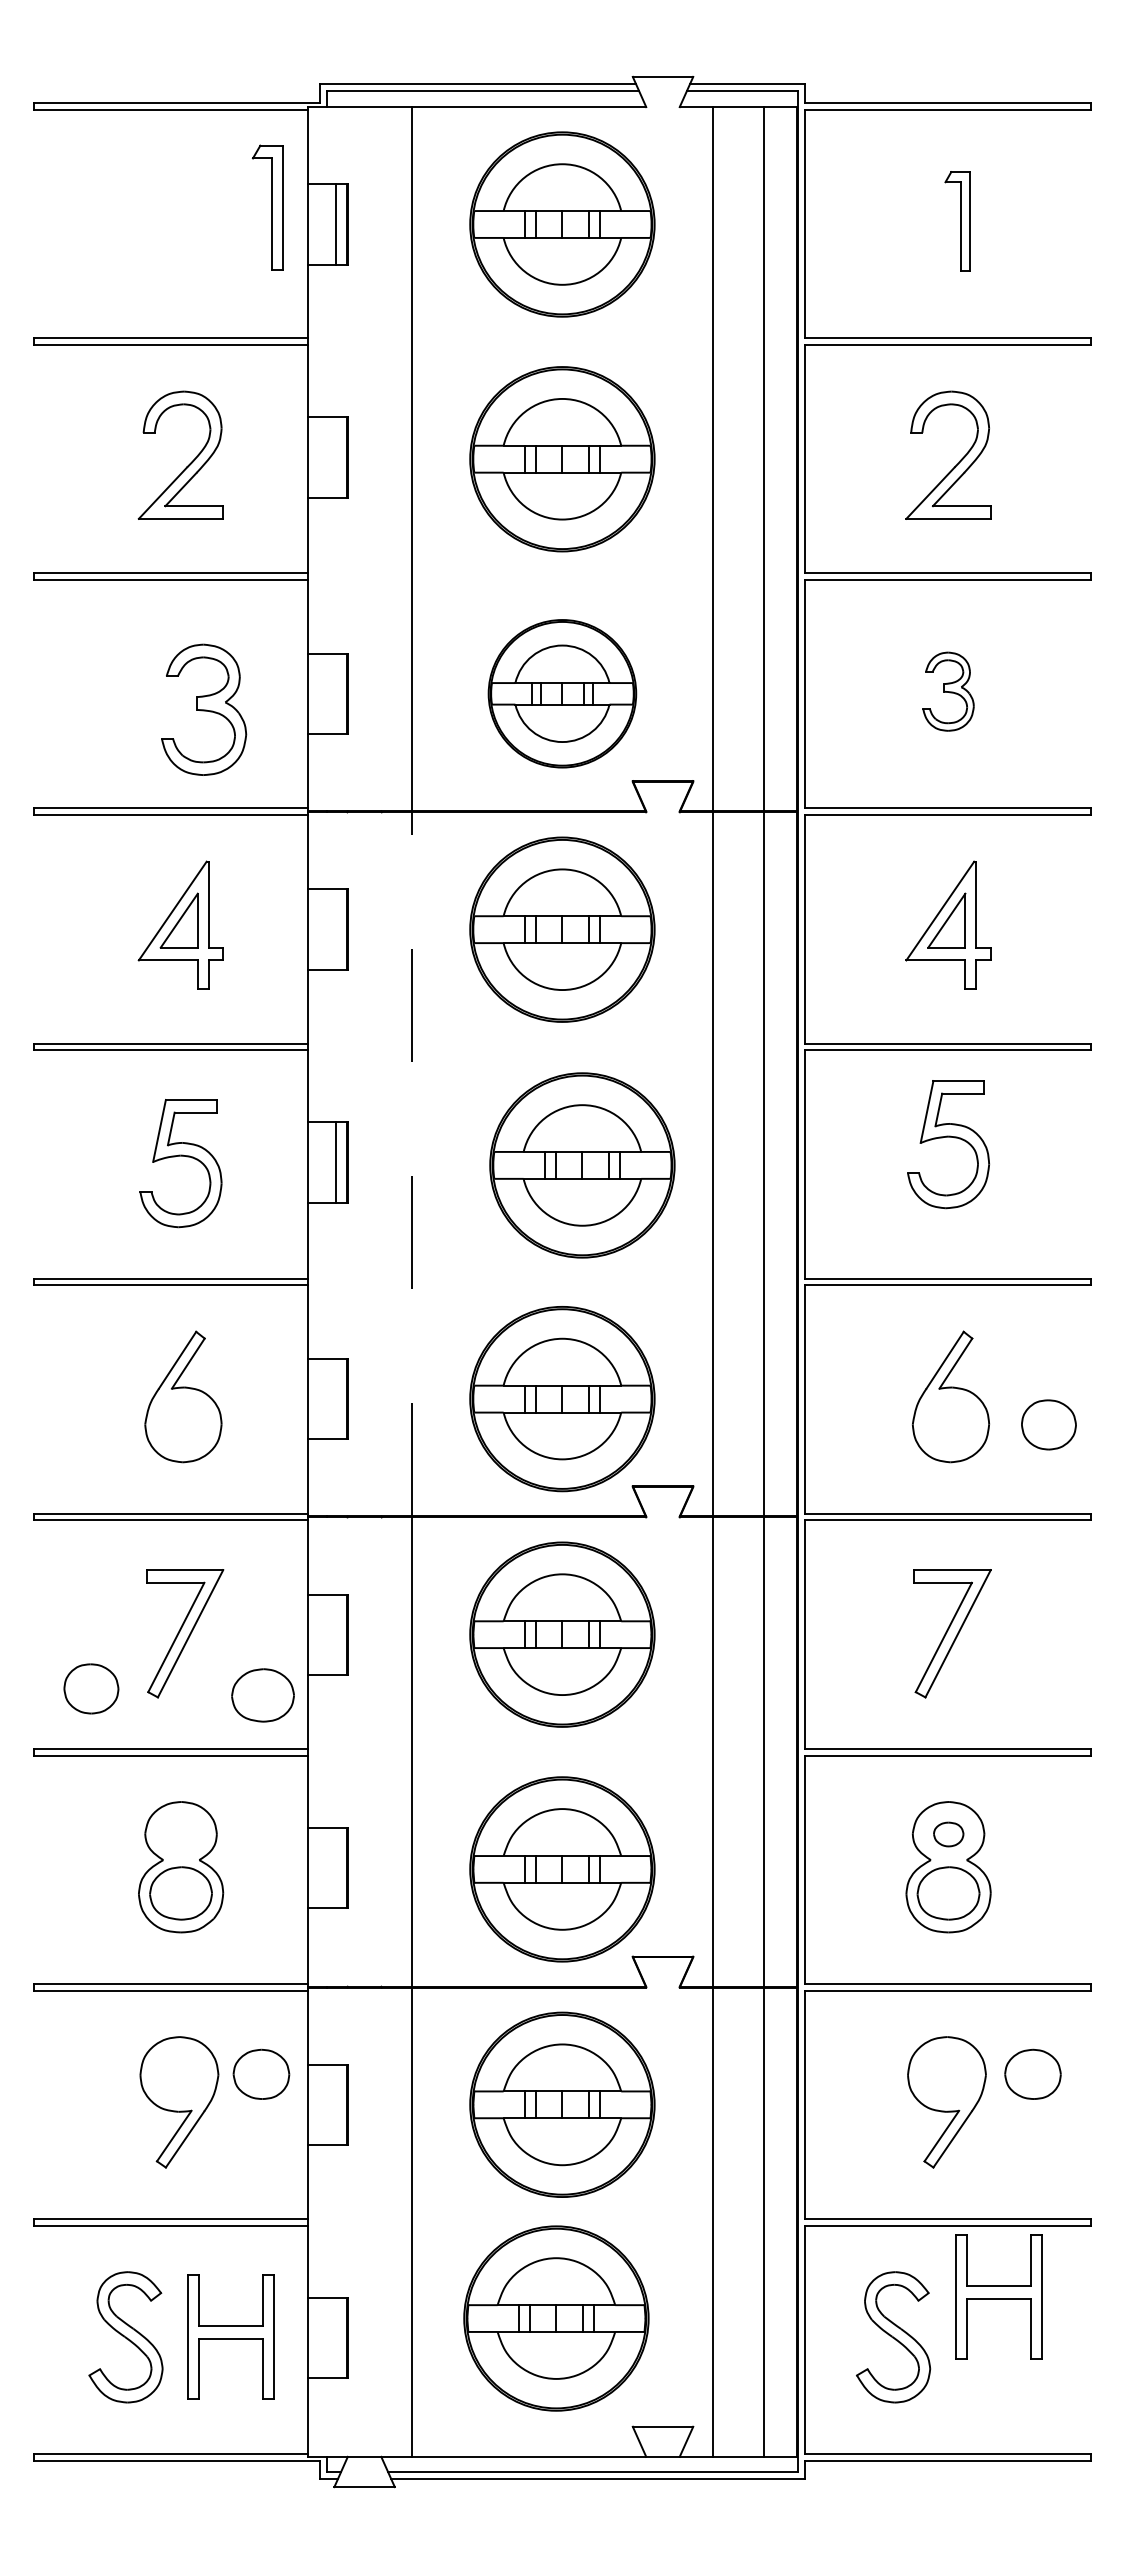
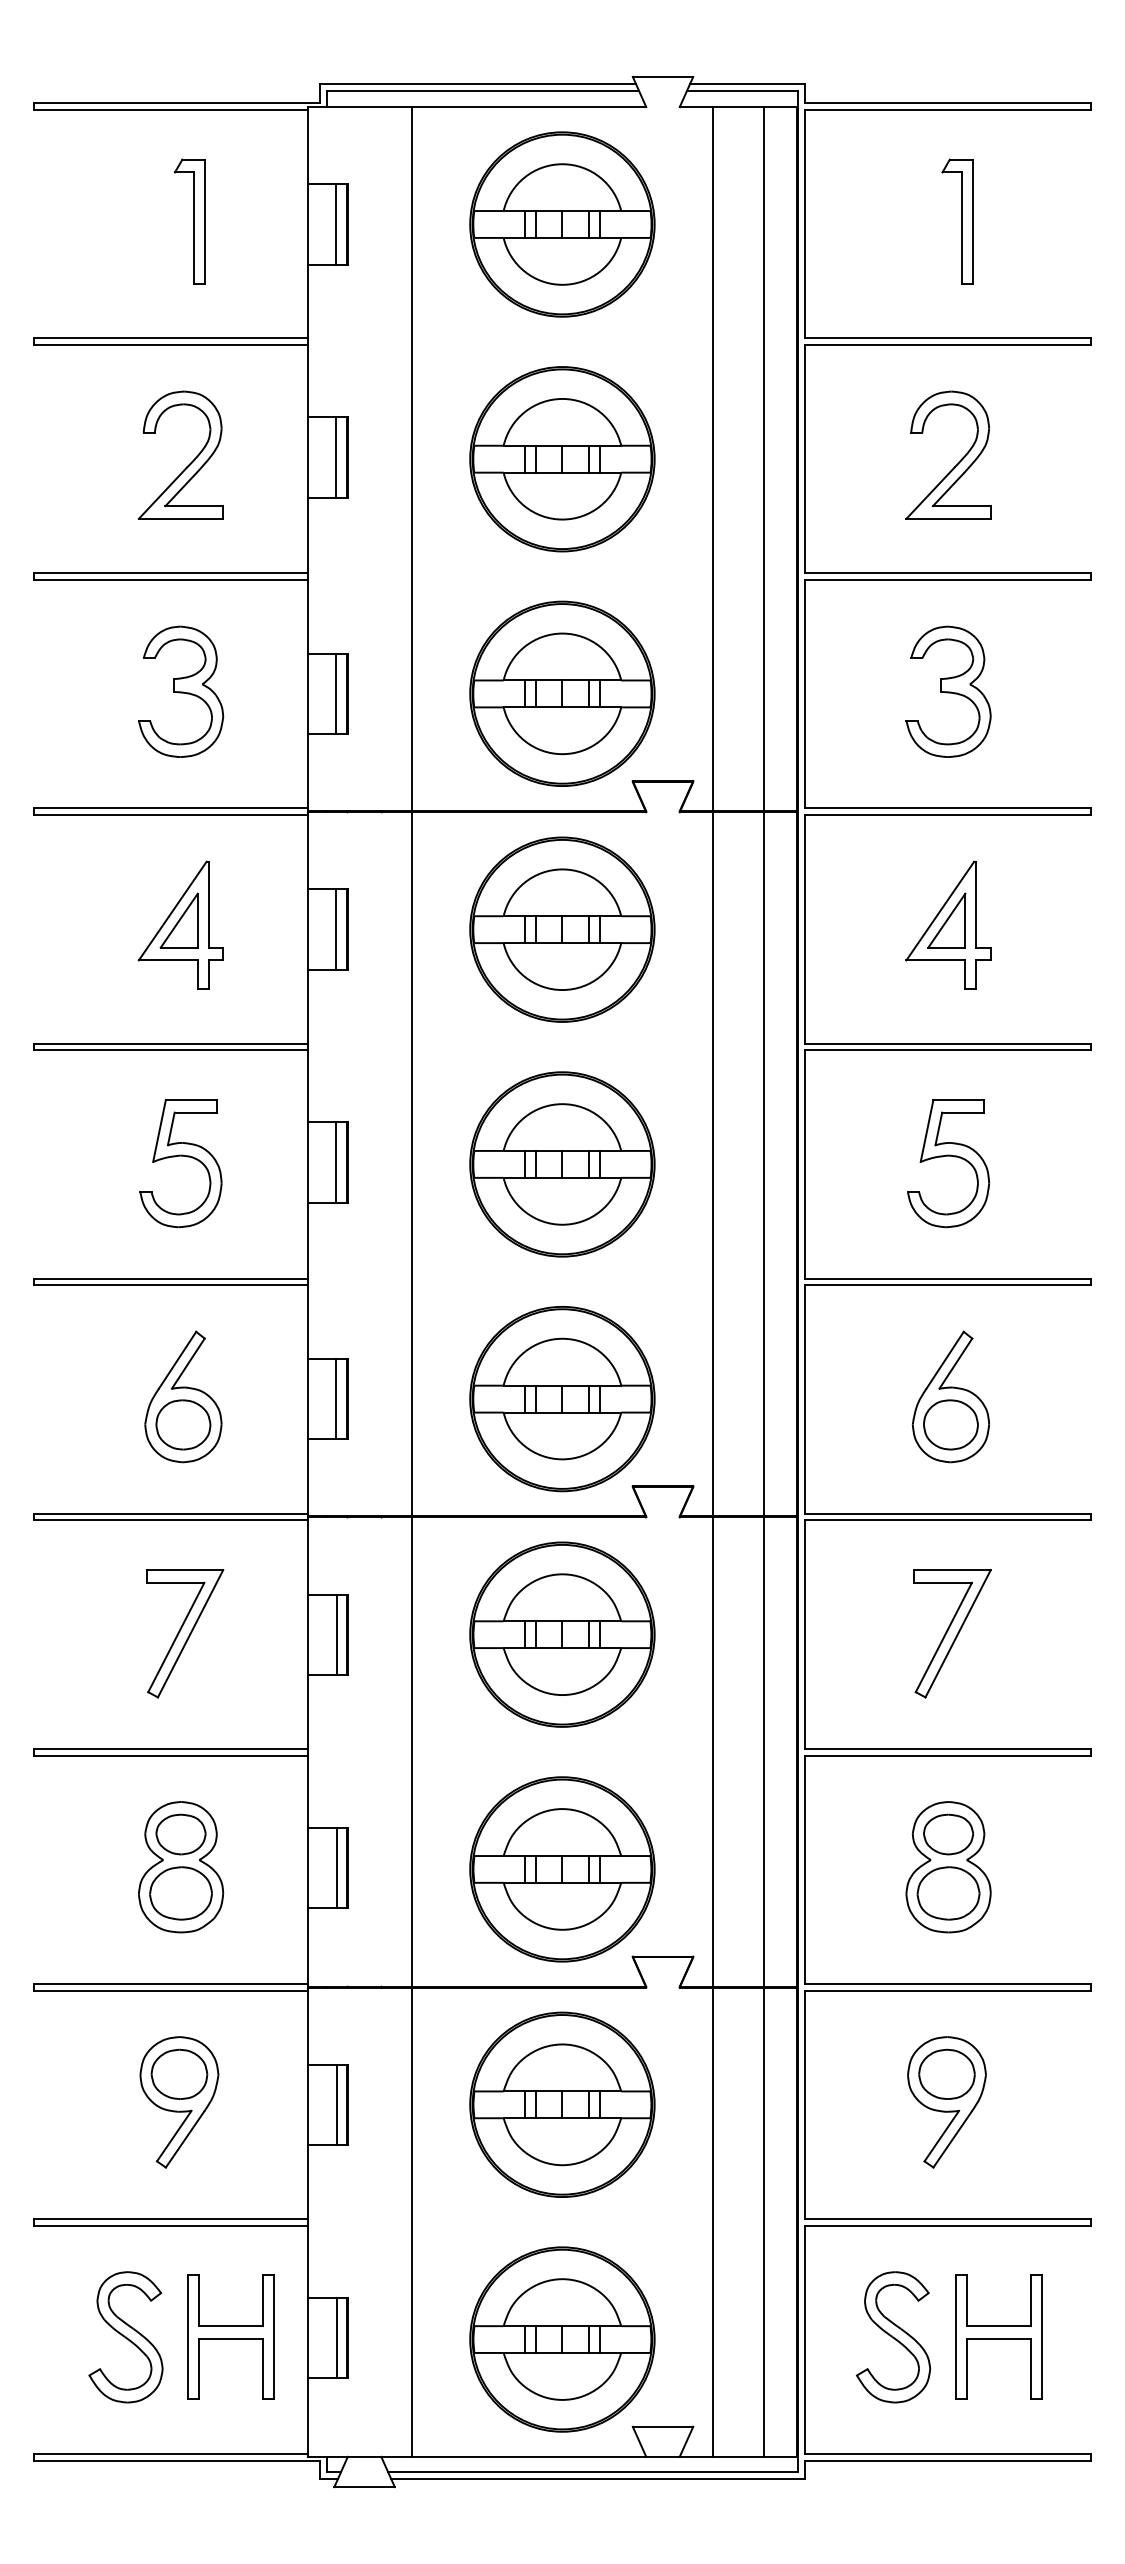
part at (267, 207) position: (267, 207) -> (189, 221)
part at (957, 221) size: 27x101 px -> 33x127 px
line at (335, 457): none -> present
part at (948, 691) size: 53x81 px -> 87x133 px
line at (335, 693): none -> present
part at (562, 693) size: 151x150 px -> 187x187 px
part at (204, 709) position: (204, 709) -> (181, 691)
line at (335, 929): none -> present
part at (948, 1137) position: (948, 1137) -> (948, 1156)
line at (411, 1163): dashed -> solid
part at (582, 1165) position: (582, 1165) -> (562, 1164)
line at (335, 1398): none -> present
part at (1048, 1424) position: (1048, 1424) -> (950, 1424)
line at (337, 1634): none -> present
part at (91, 1688) position: (91, 1688) -> (183, 1424)
part at (262, 1695): present -> none
part at (180, 1834): none -> present
part at (948, 1834) size: 32x27 px -> 52x43 px
line at (337, 1867): none -> present
part at (261, 2073) position: (261, 2073) -> (179, 2073)
part at (1032, 2073) position: (1032, 2073) -> (946, 2073)
line at (337, 2104): none -> present
part at (998, 2296) position: (998, 2296) -> (998, 2336)
part at (556, 2318) position: (556, 2318) -> (562, 2339)
line at (337, 2337): none -> present
